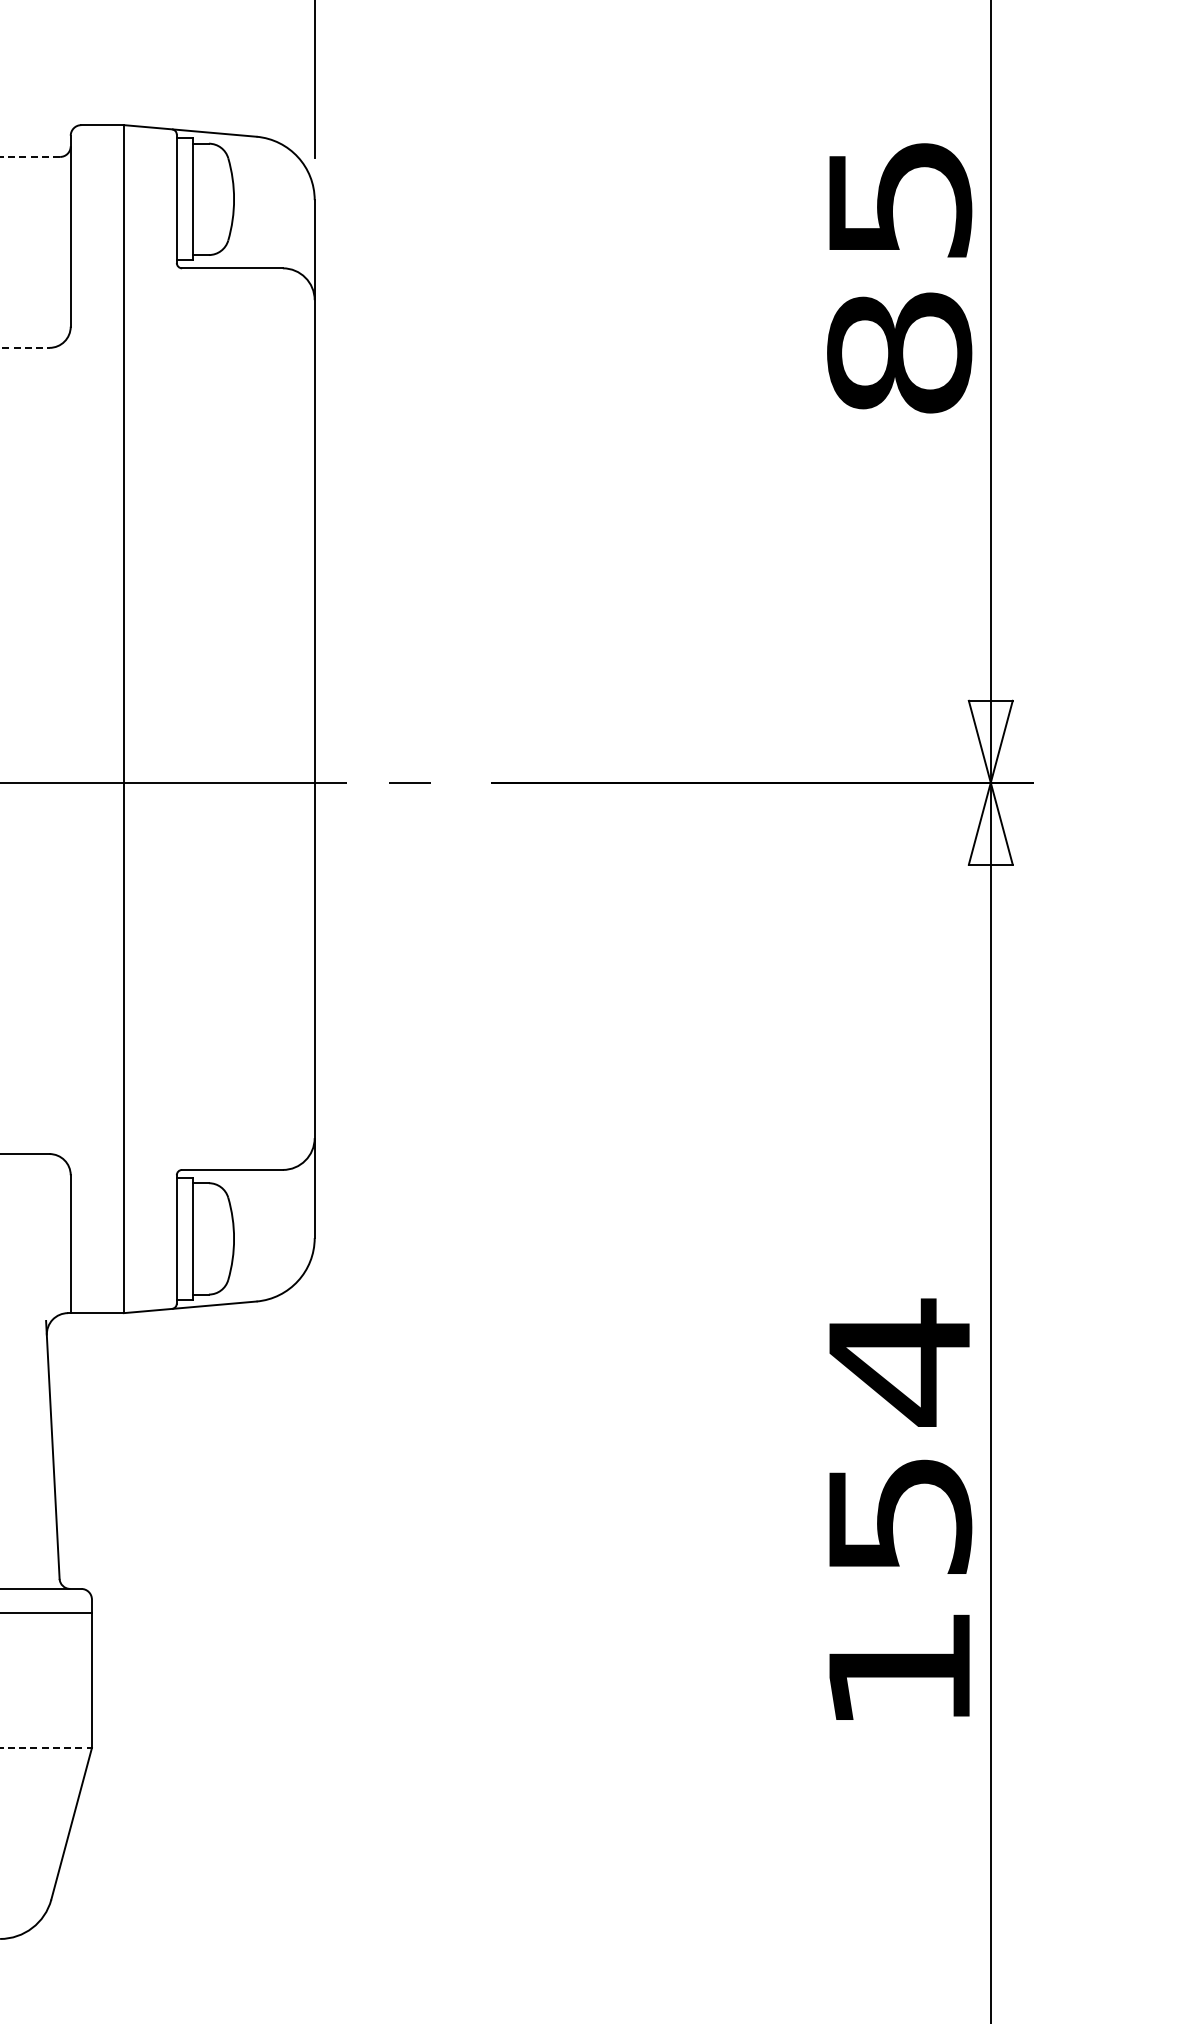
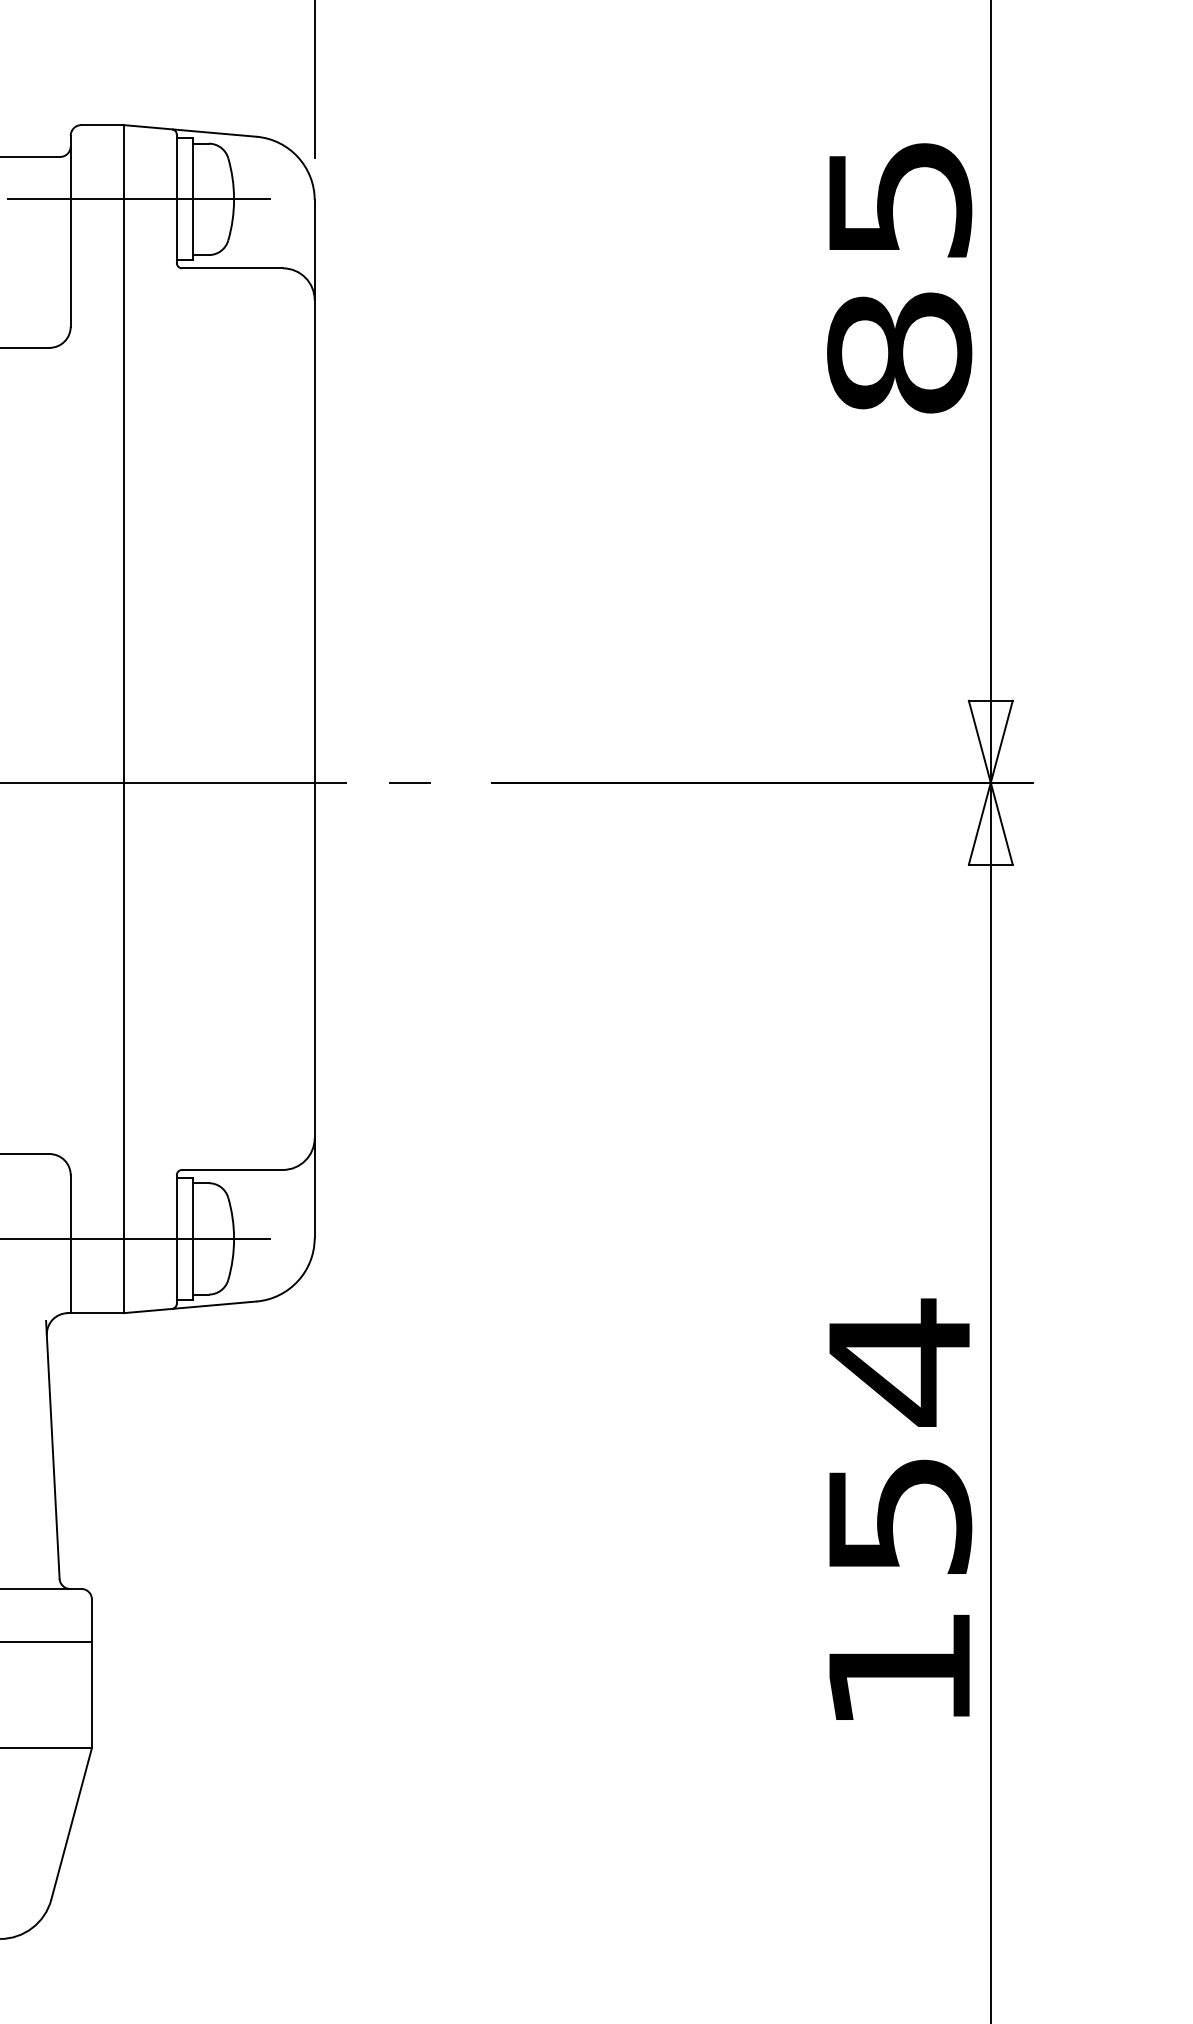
line at (30, 156): dashed -> solid
line at (138, 199): none -> present
line at (25, 347): dashed -> solid
line at (136, 1238): none -> present
line at (46, 1612) position: (46, 1612) -> (46, 1641)
line at (46, 1748): dashed -> solid
